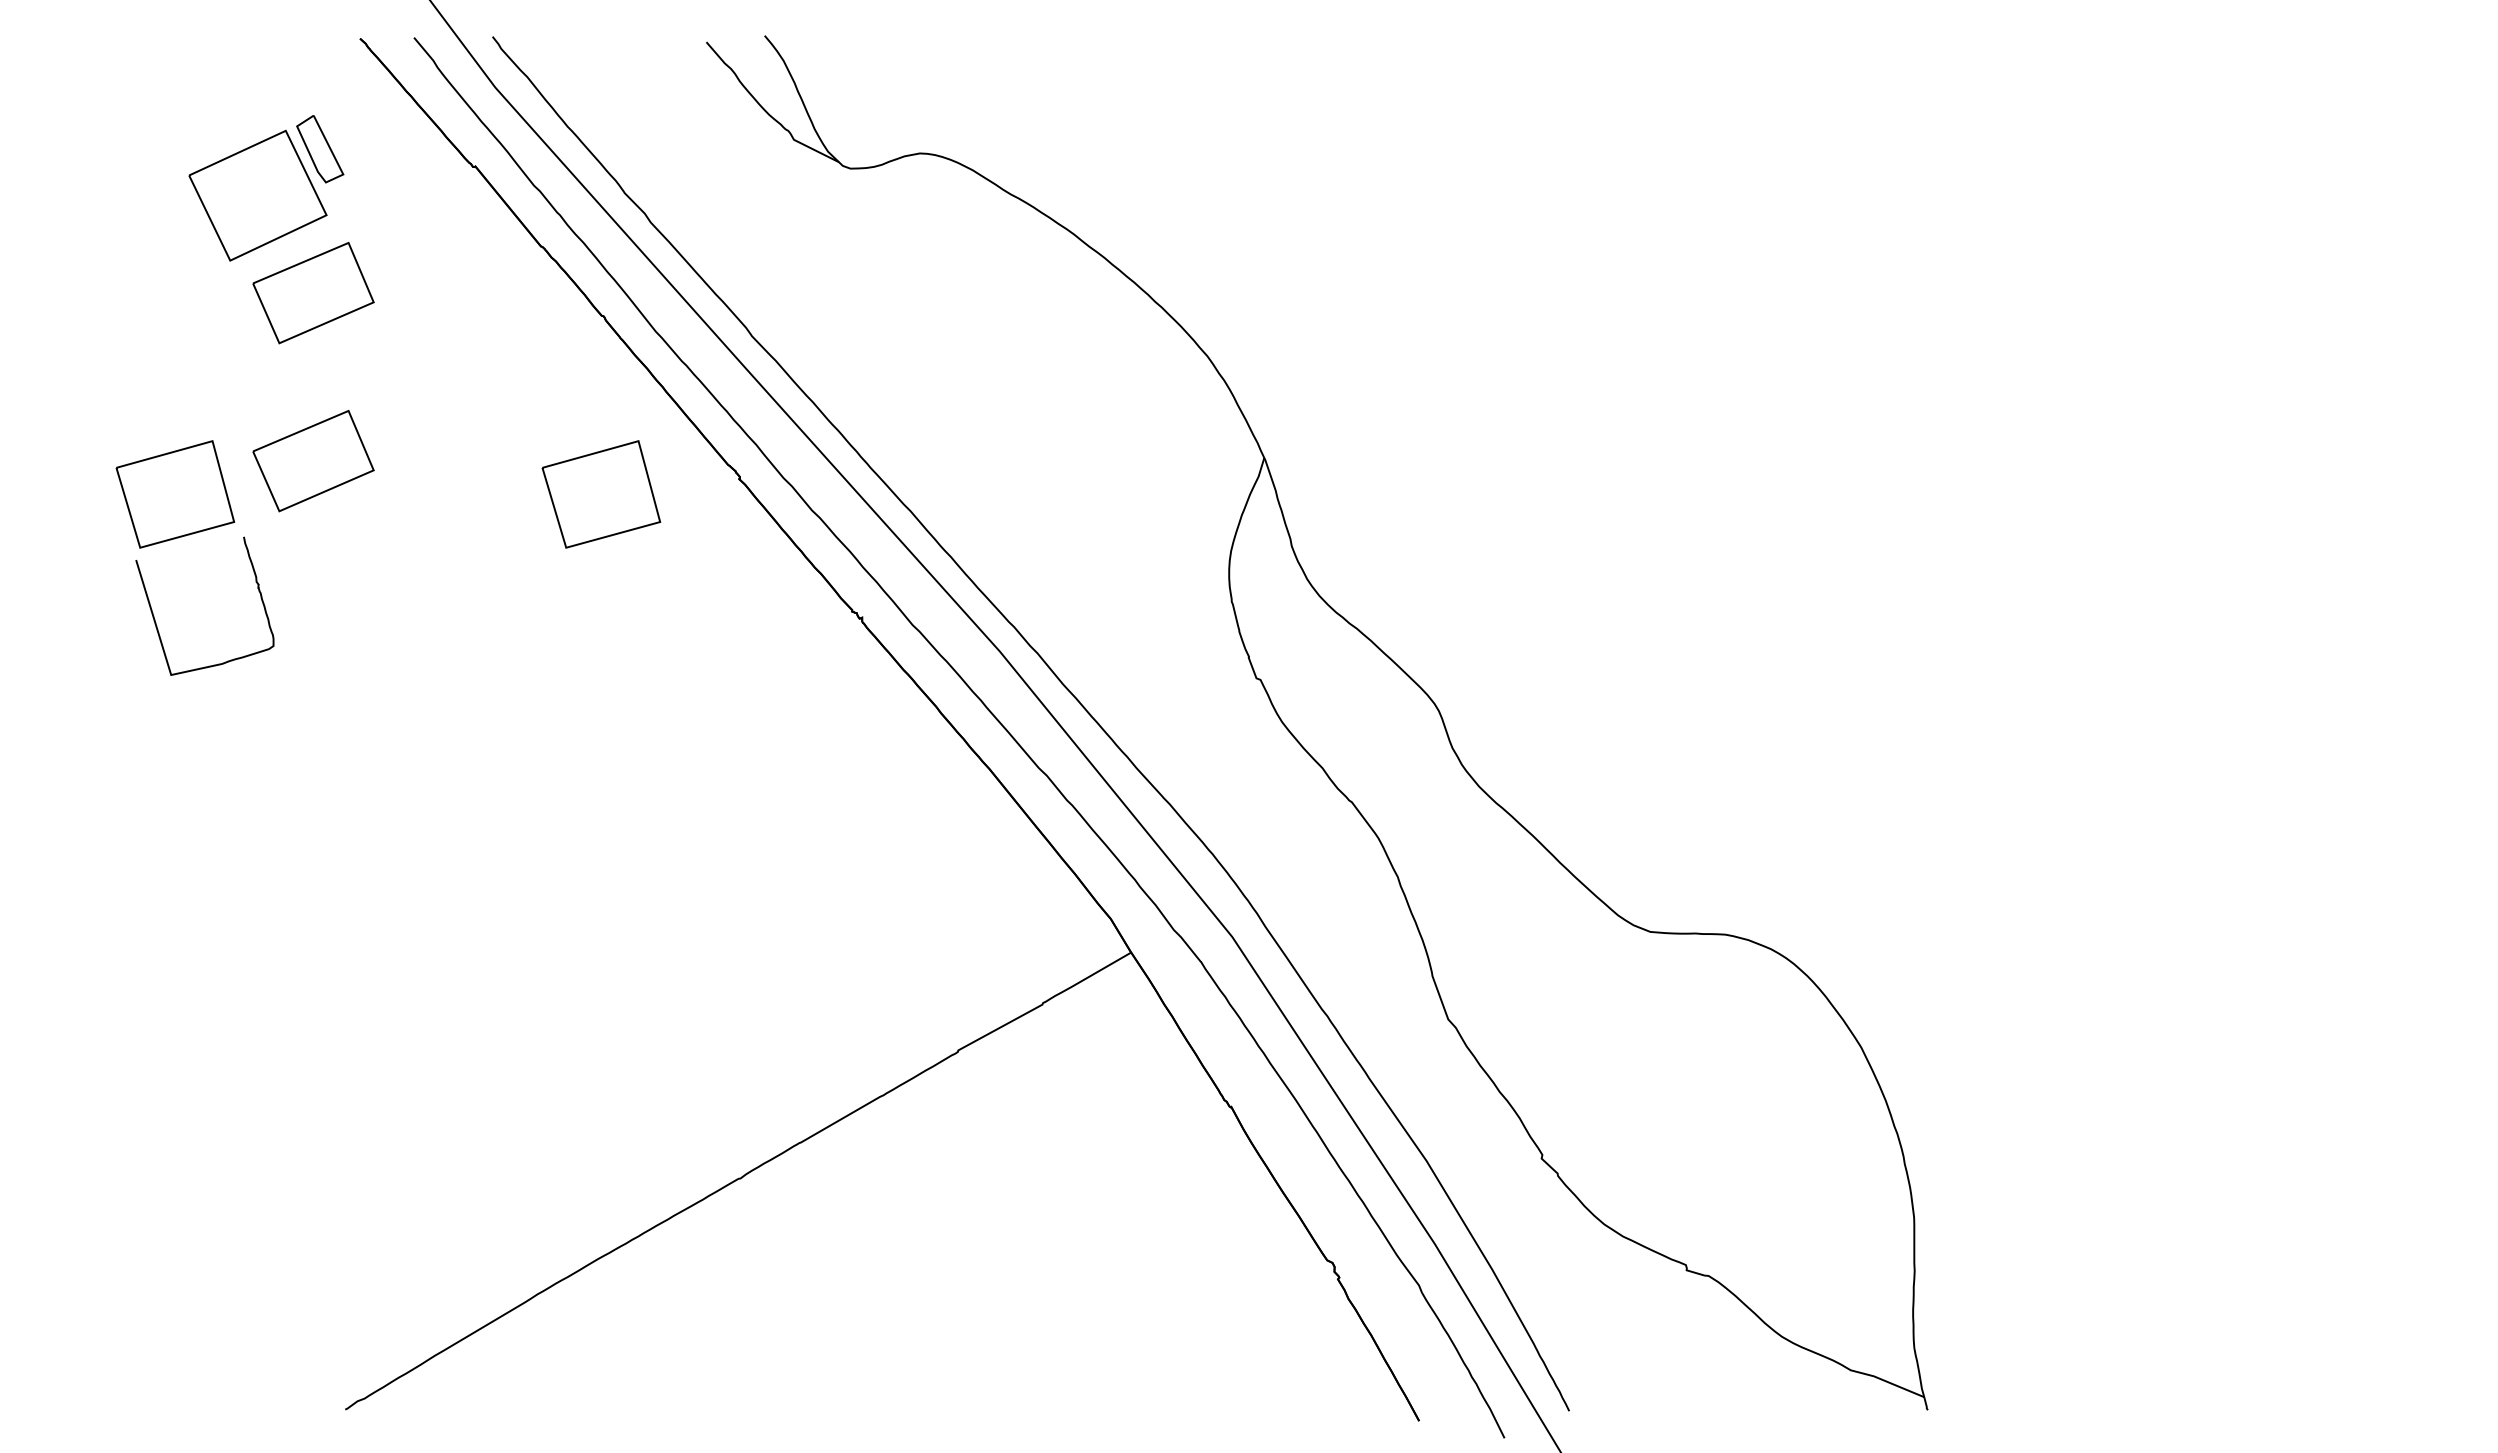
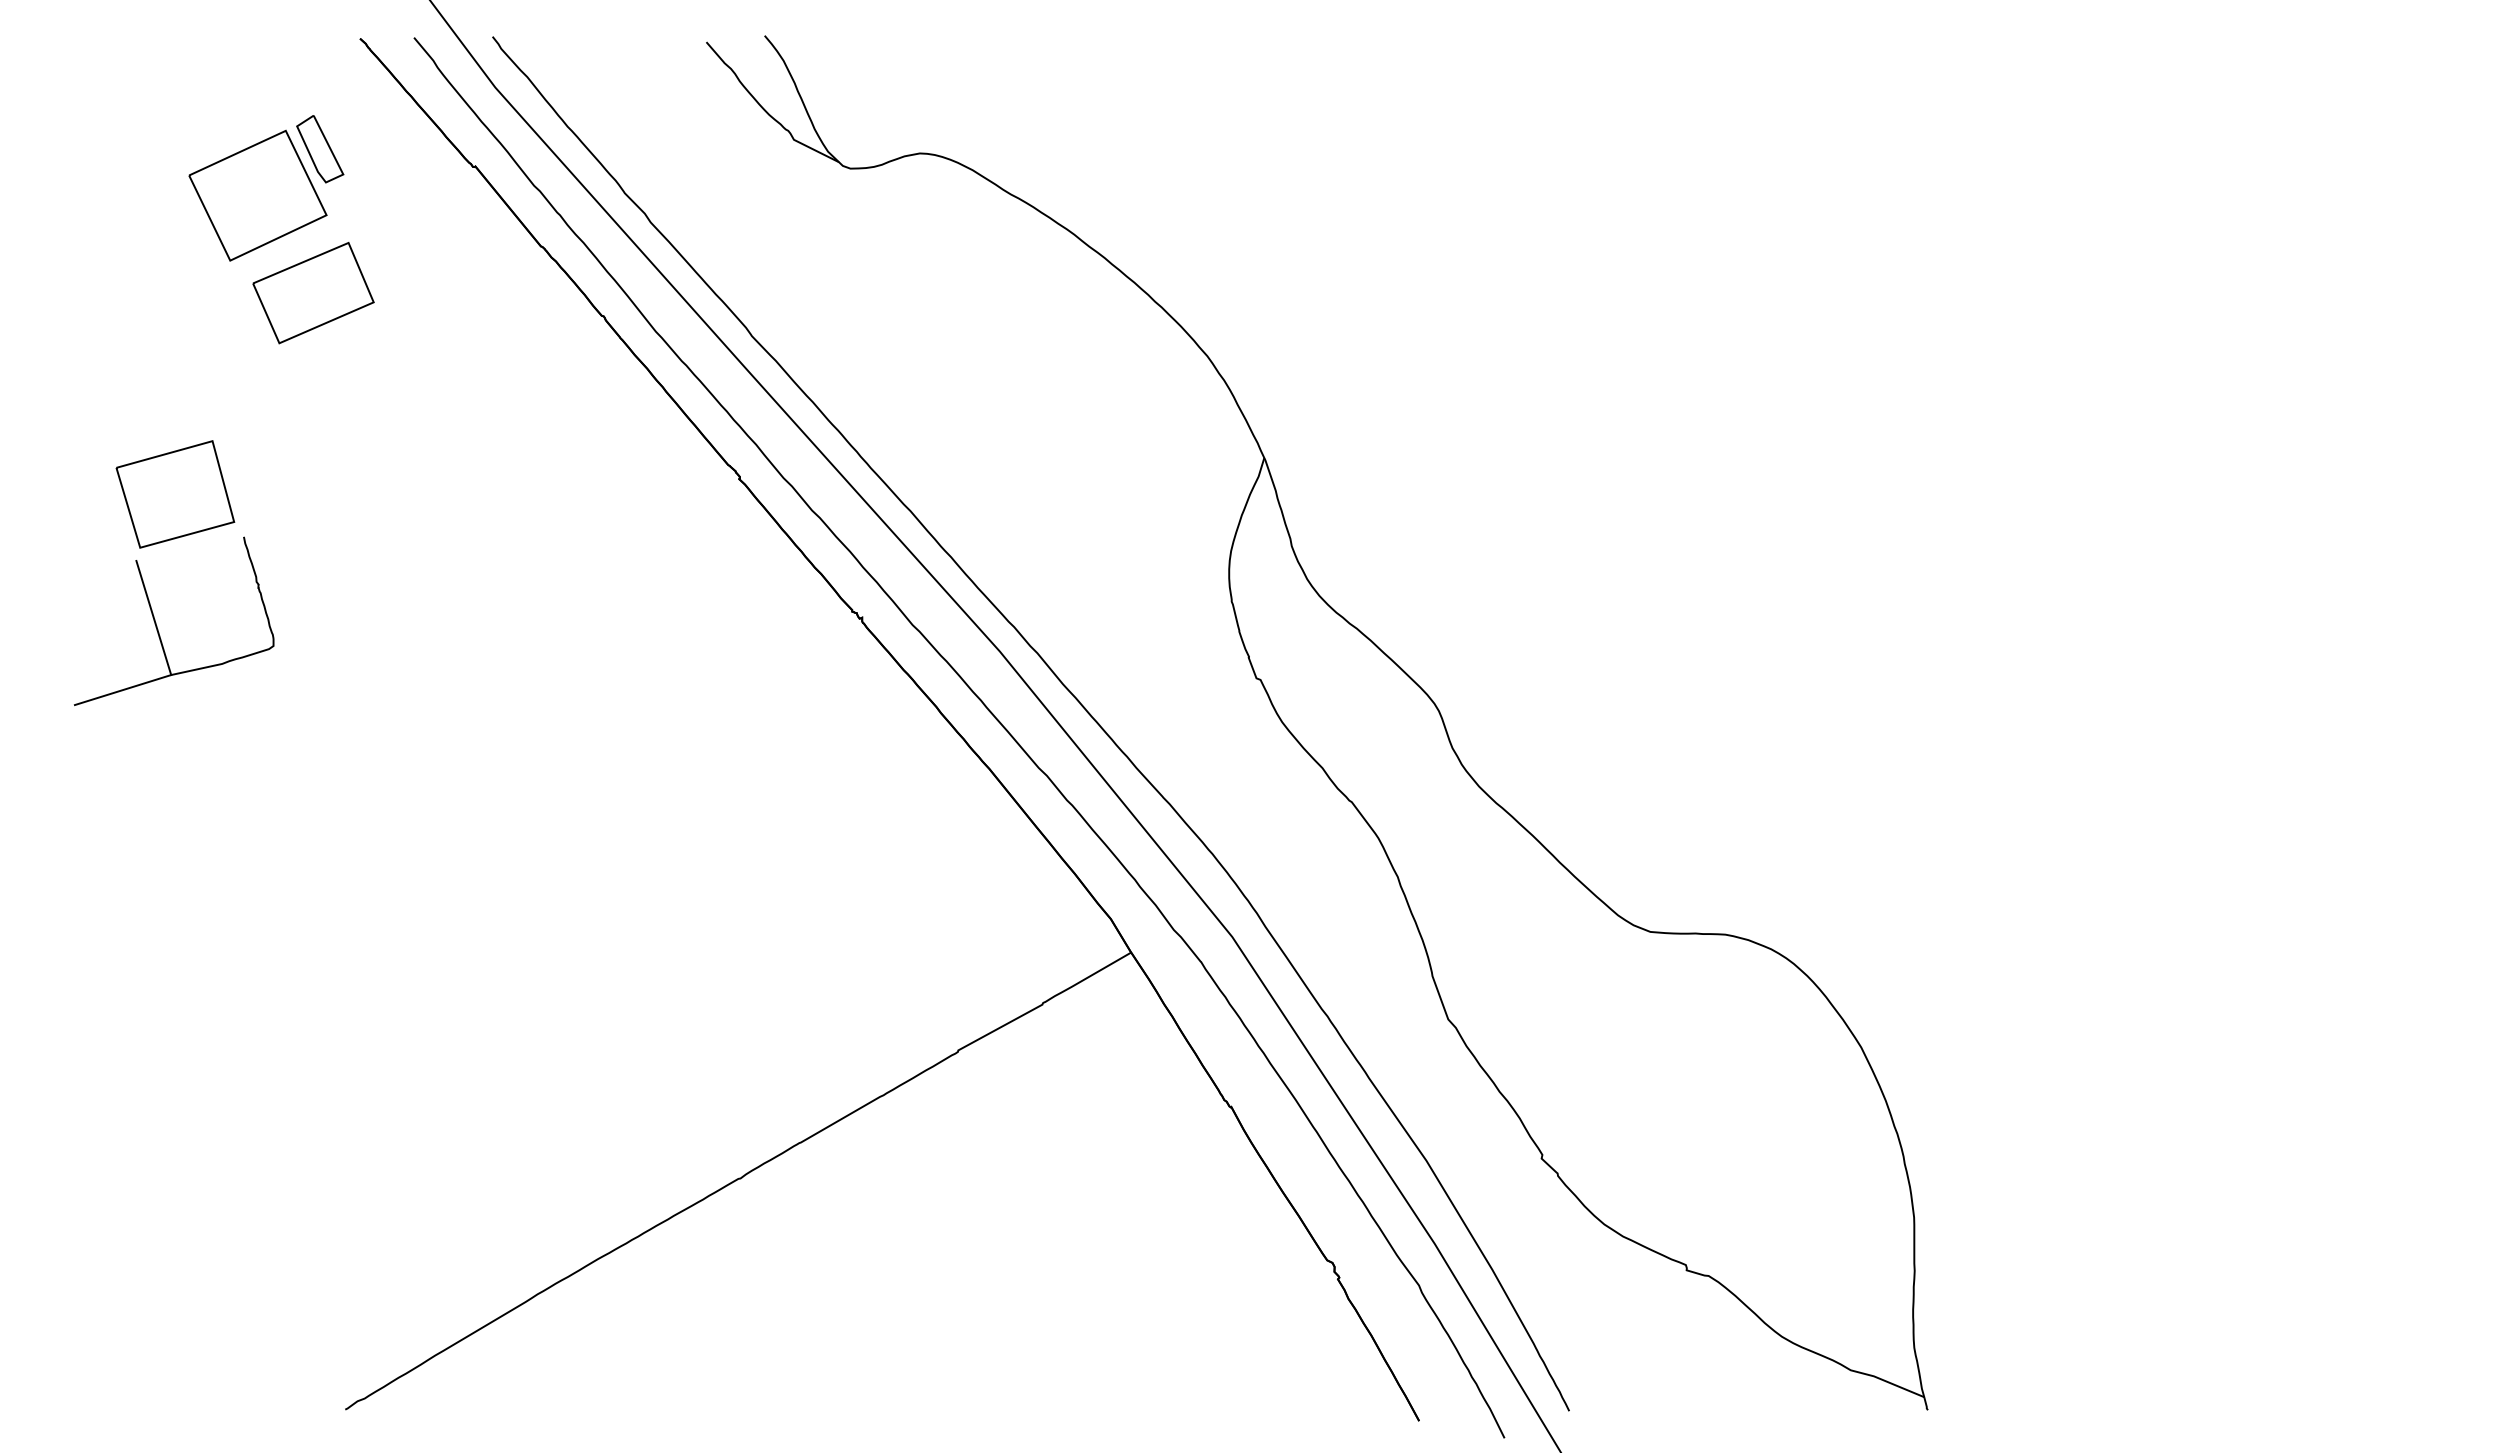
part at (313, 461): present -> none
part at (601, 494): present -> none
line at (122, 690): none -> present
